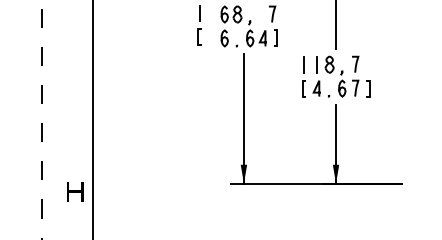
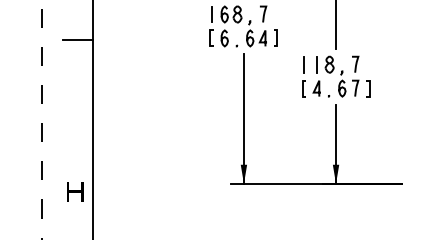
curve at (272, 13) position: (272, 13) -> (263, 13)
part at (199, 25) position: (199, 25) -> (211, 26)
line at (77, 39): none -> present
